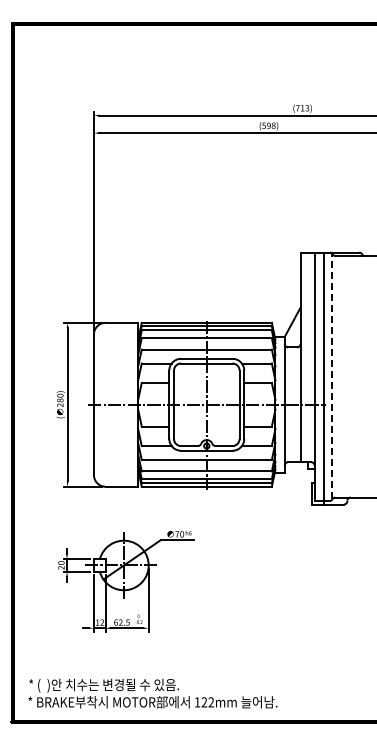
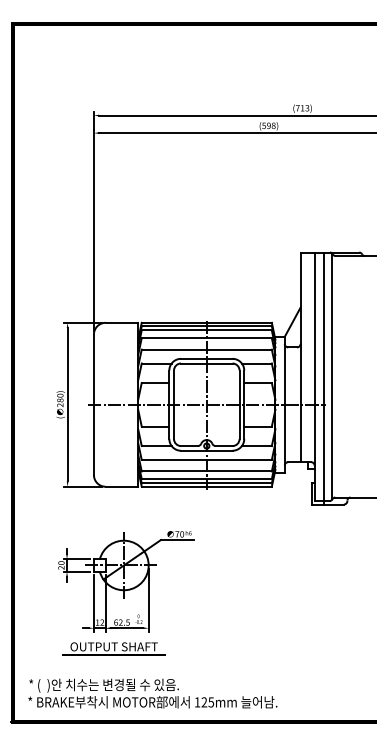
line at (332, 376): dashed -> solid
part at (113, 648): none -> present
text at (211, 702): 122mm -> 125mm
